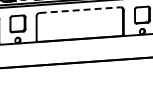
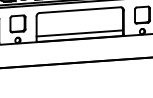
line at (80, 10): dashed -> solid
line at (79, 33): none -> present
